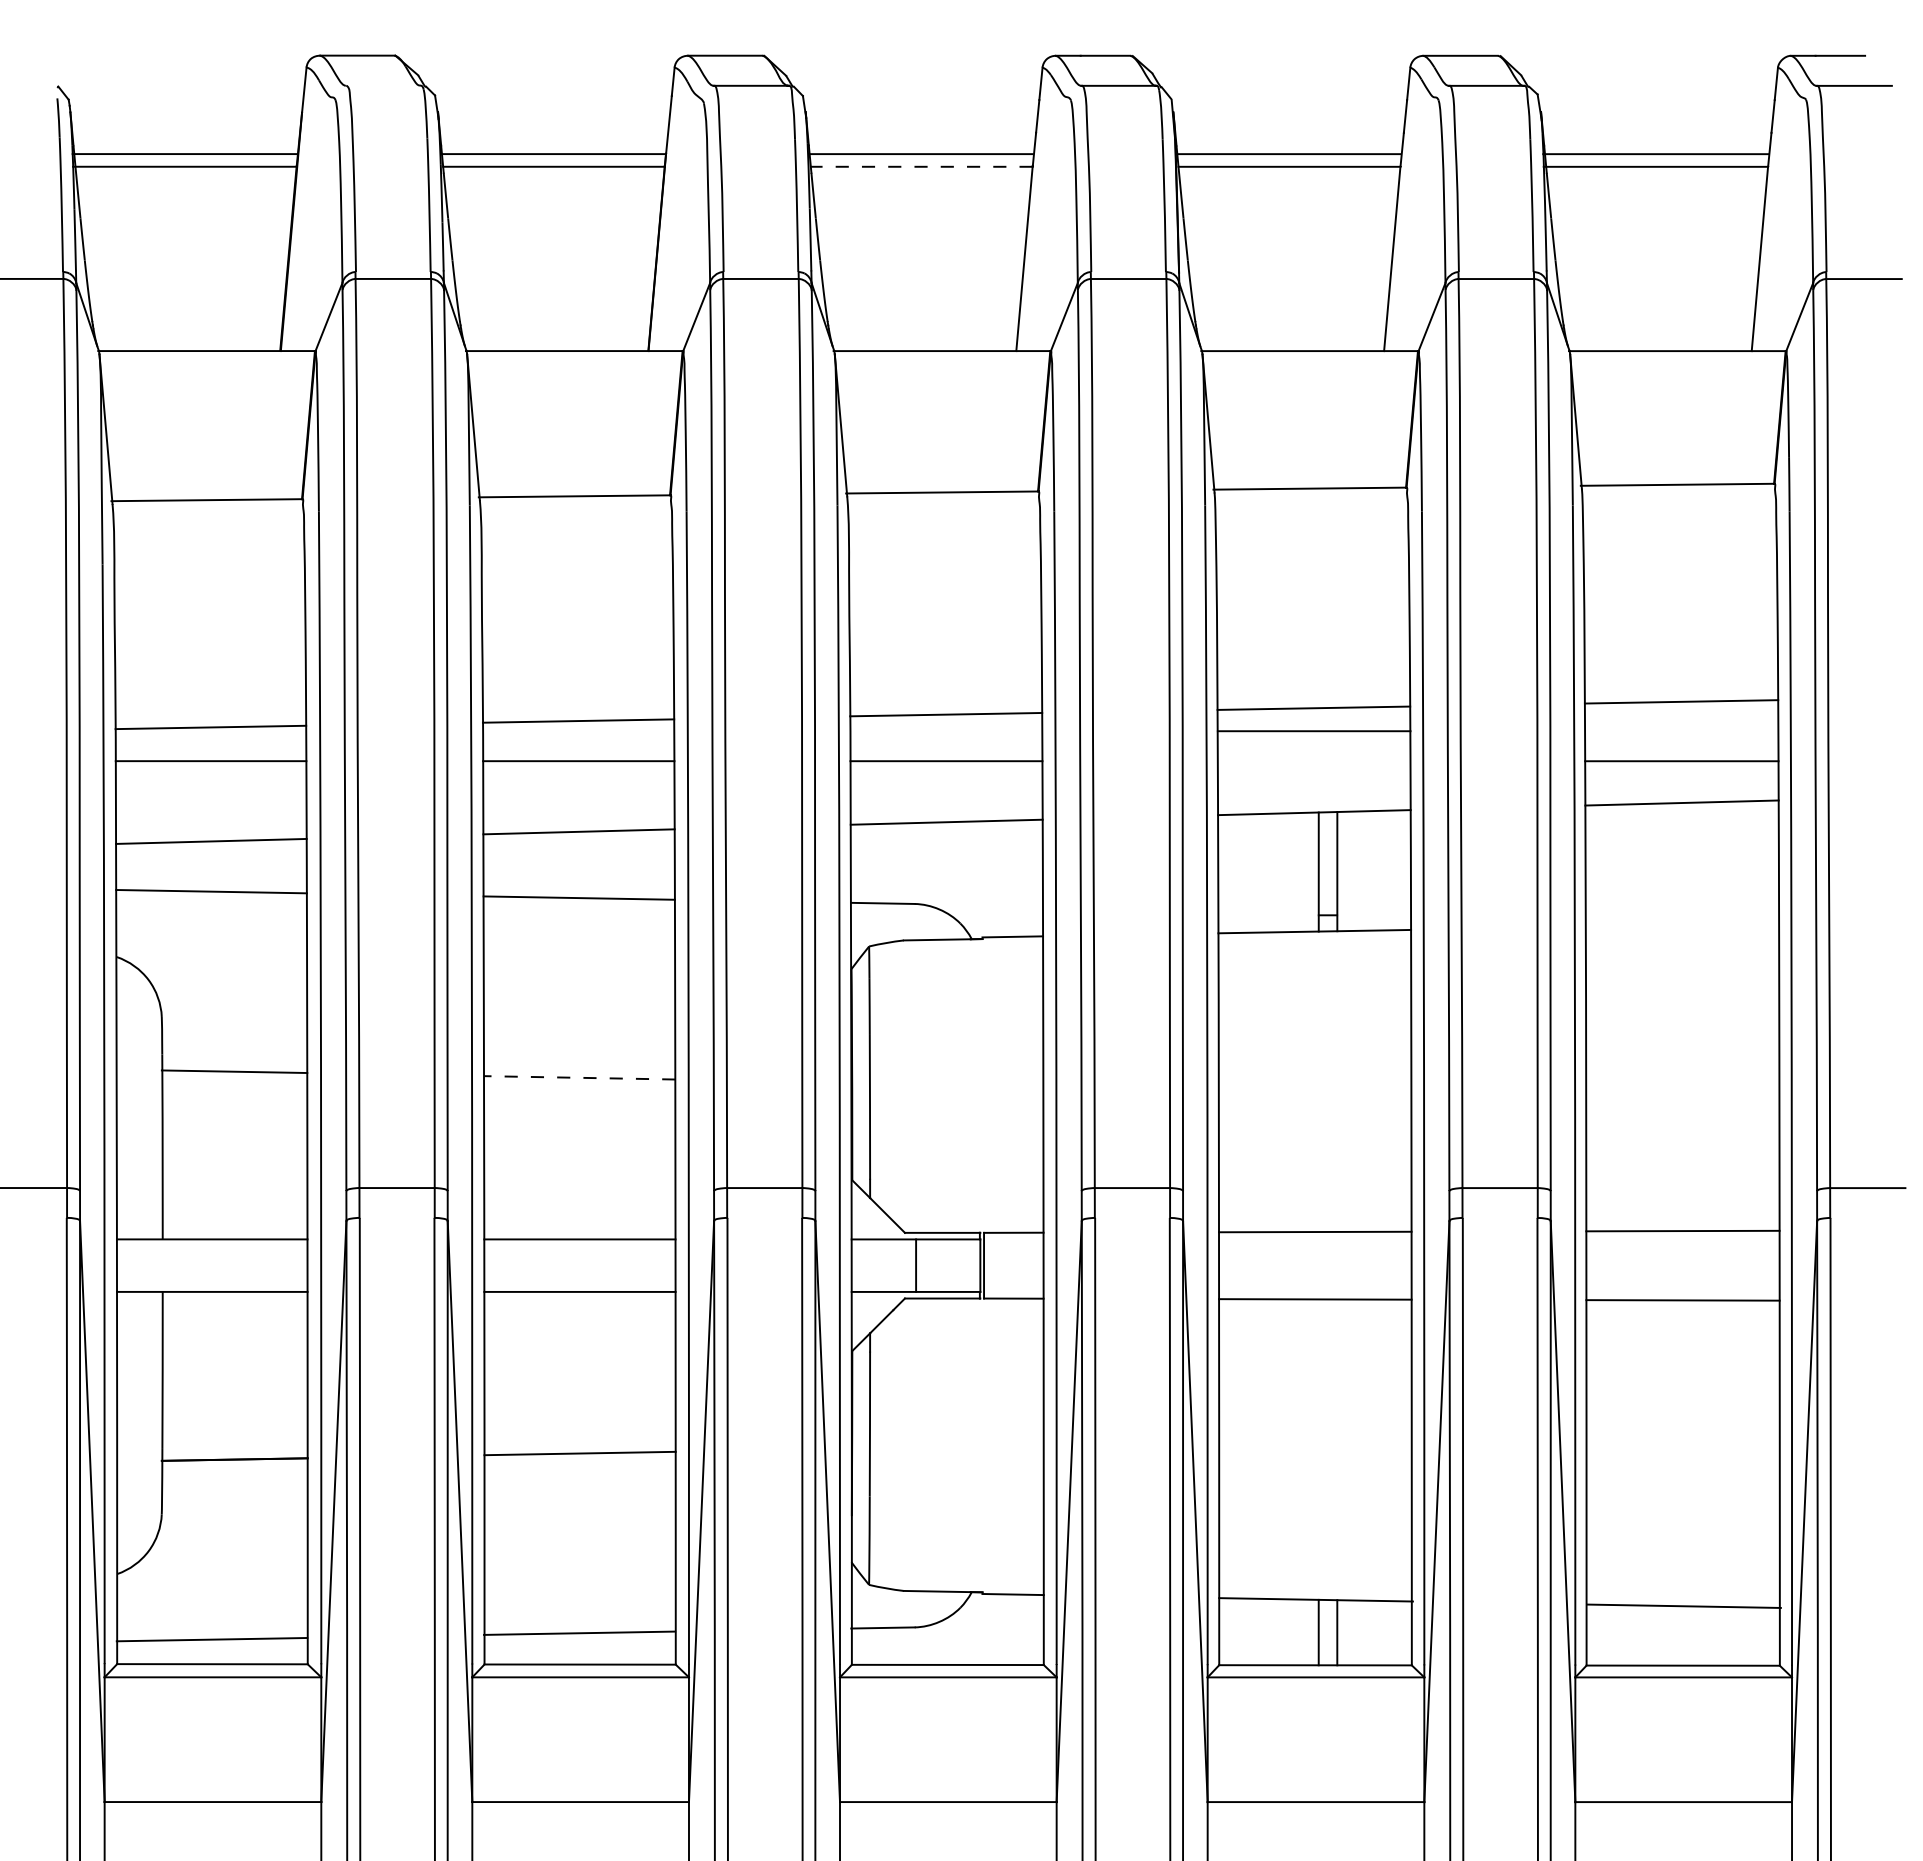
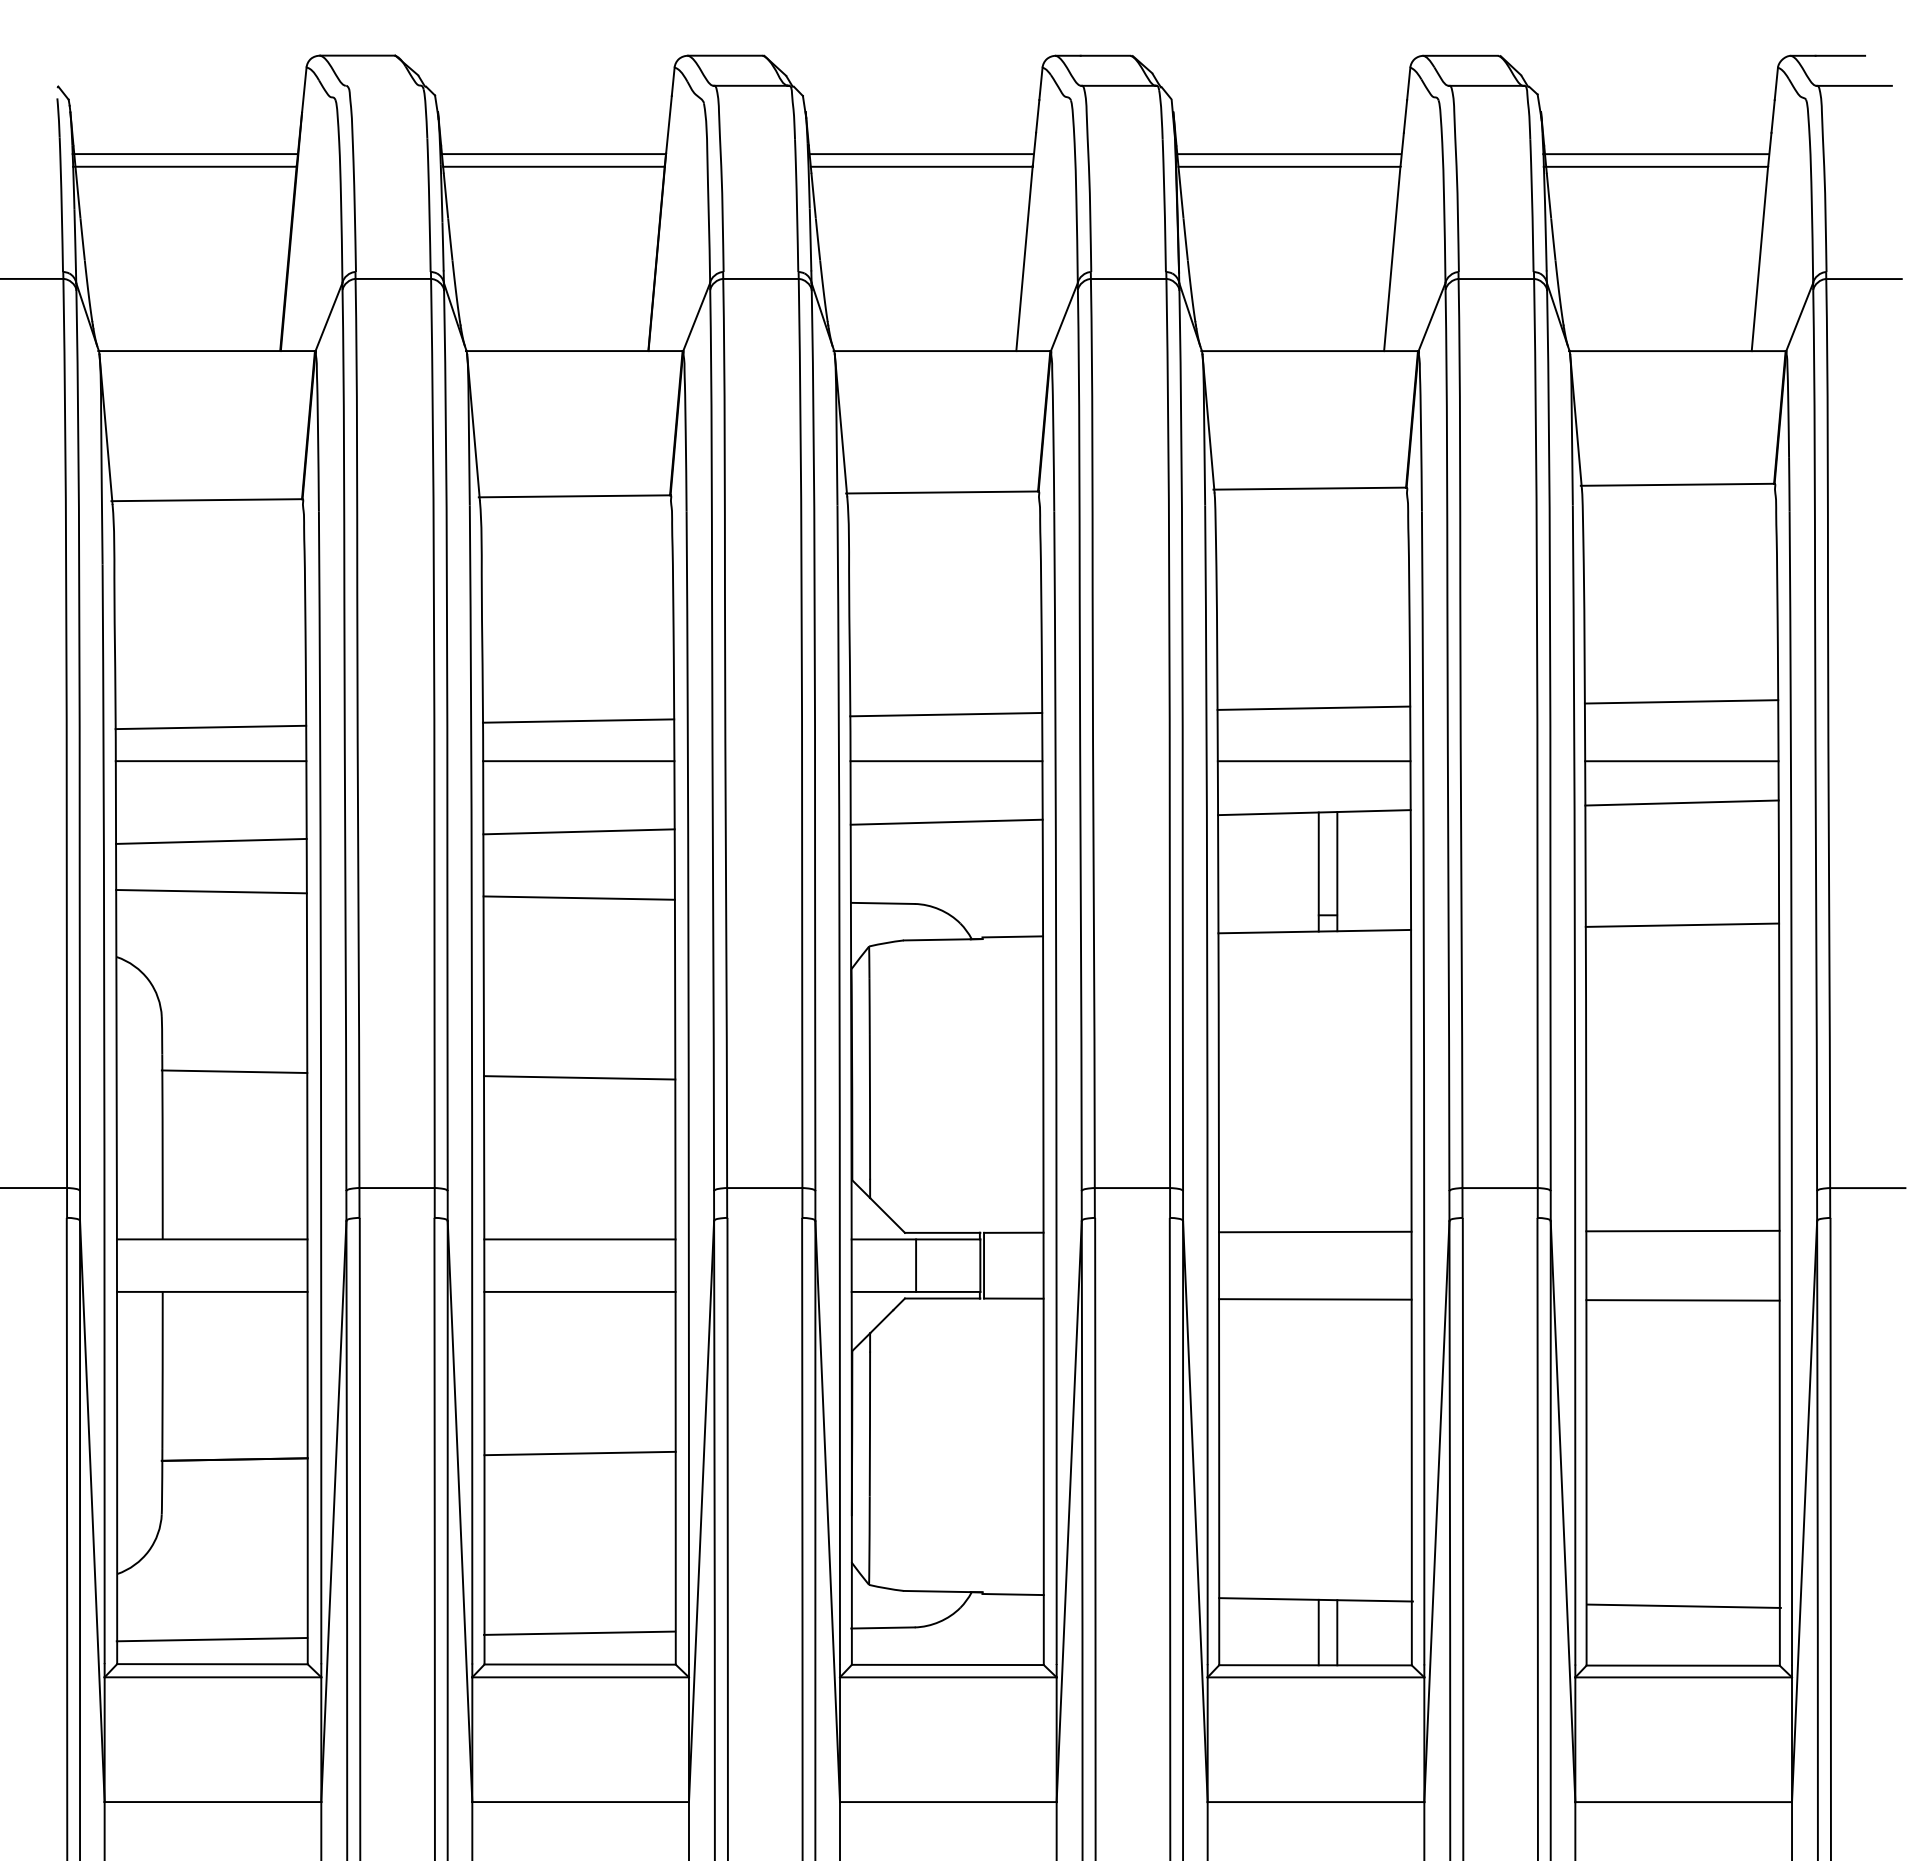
line at (921, 166): dashed -> solid
line at (1313, 731) position: (1313, 731) -> (1313, 761)
line at (1682, 924): none -> present
line at (579, 1077): dashed -> solid
